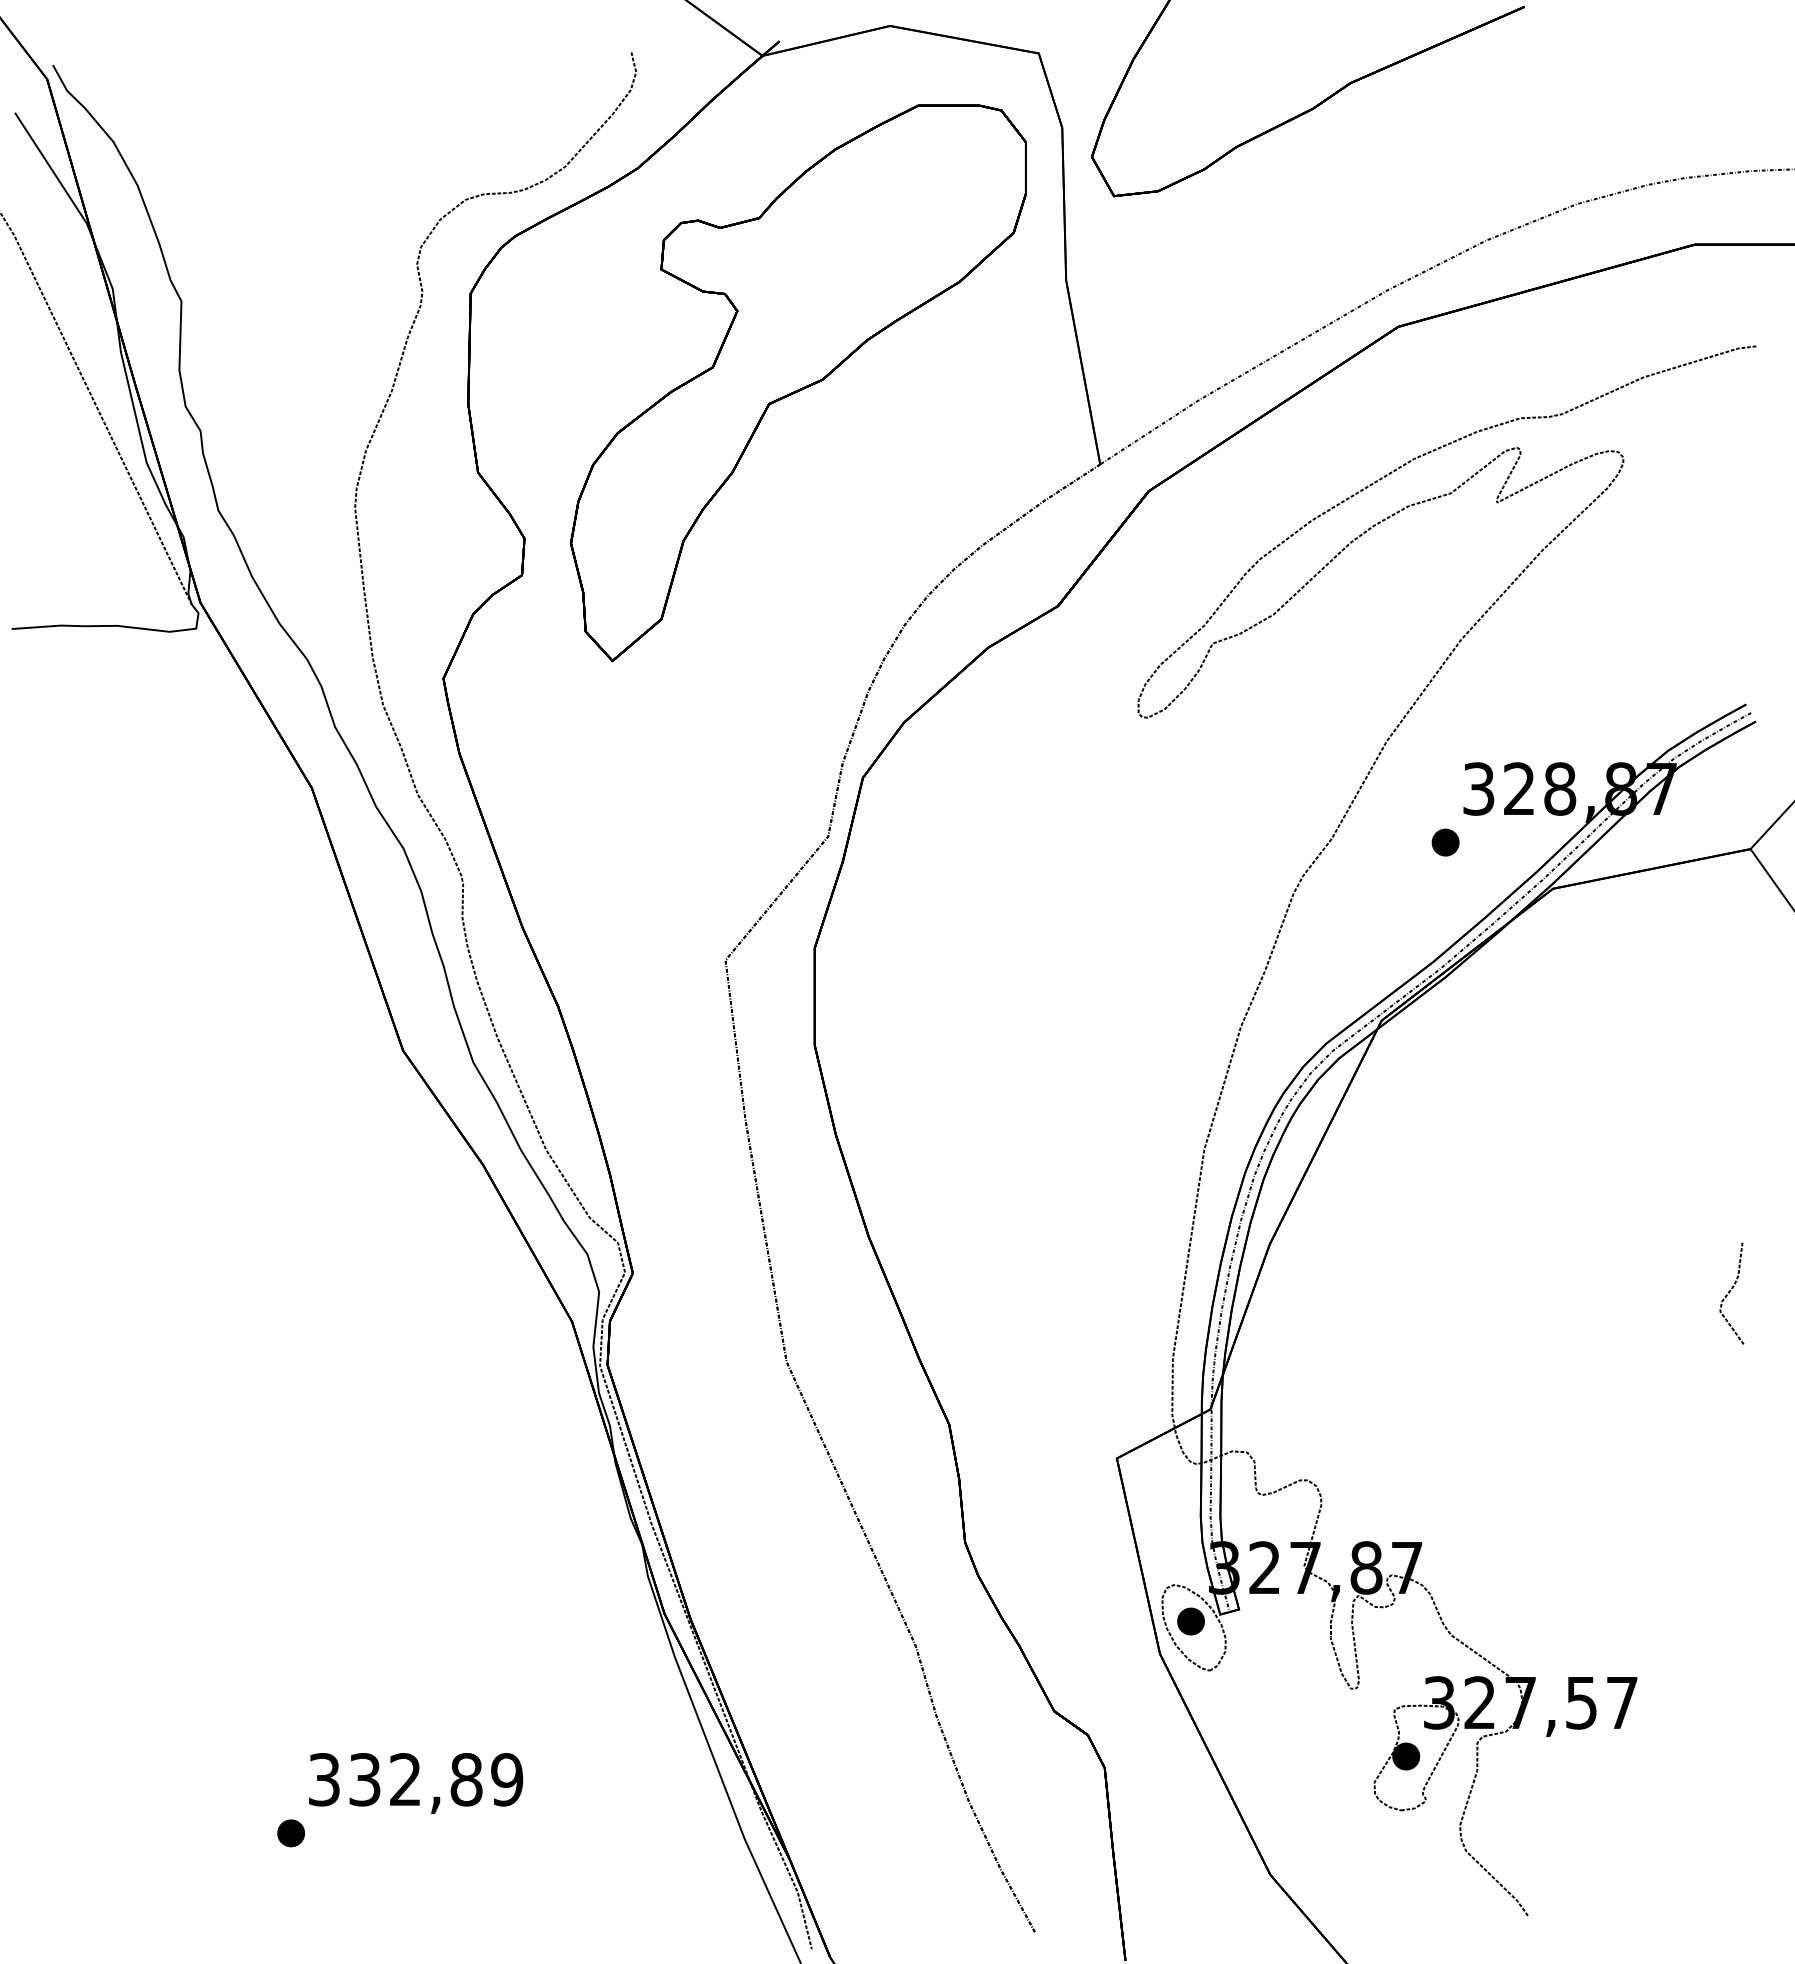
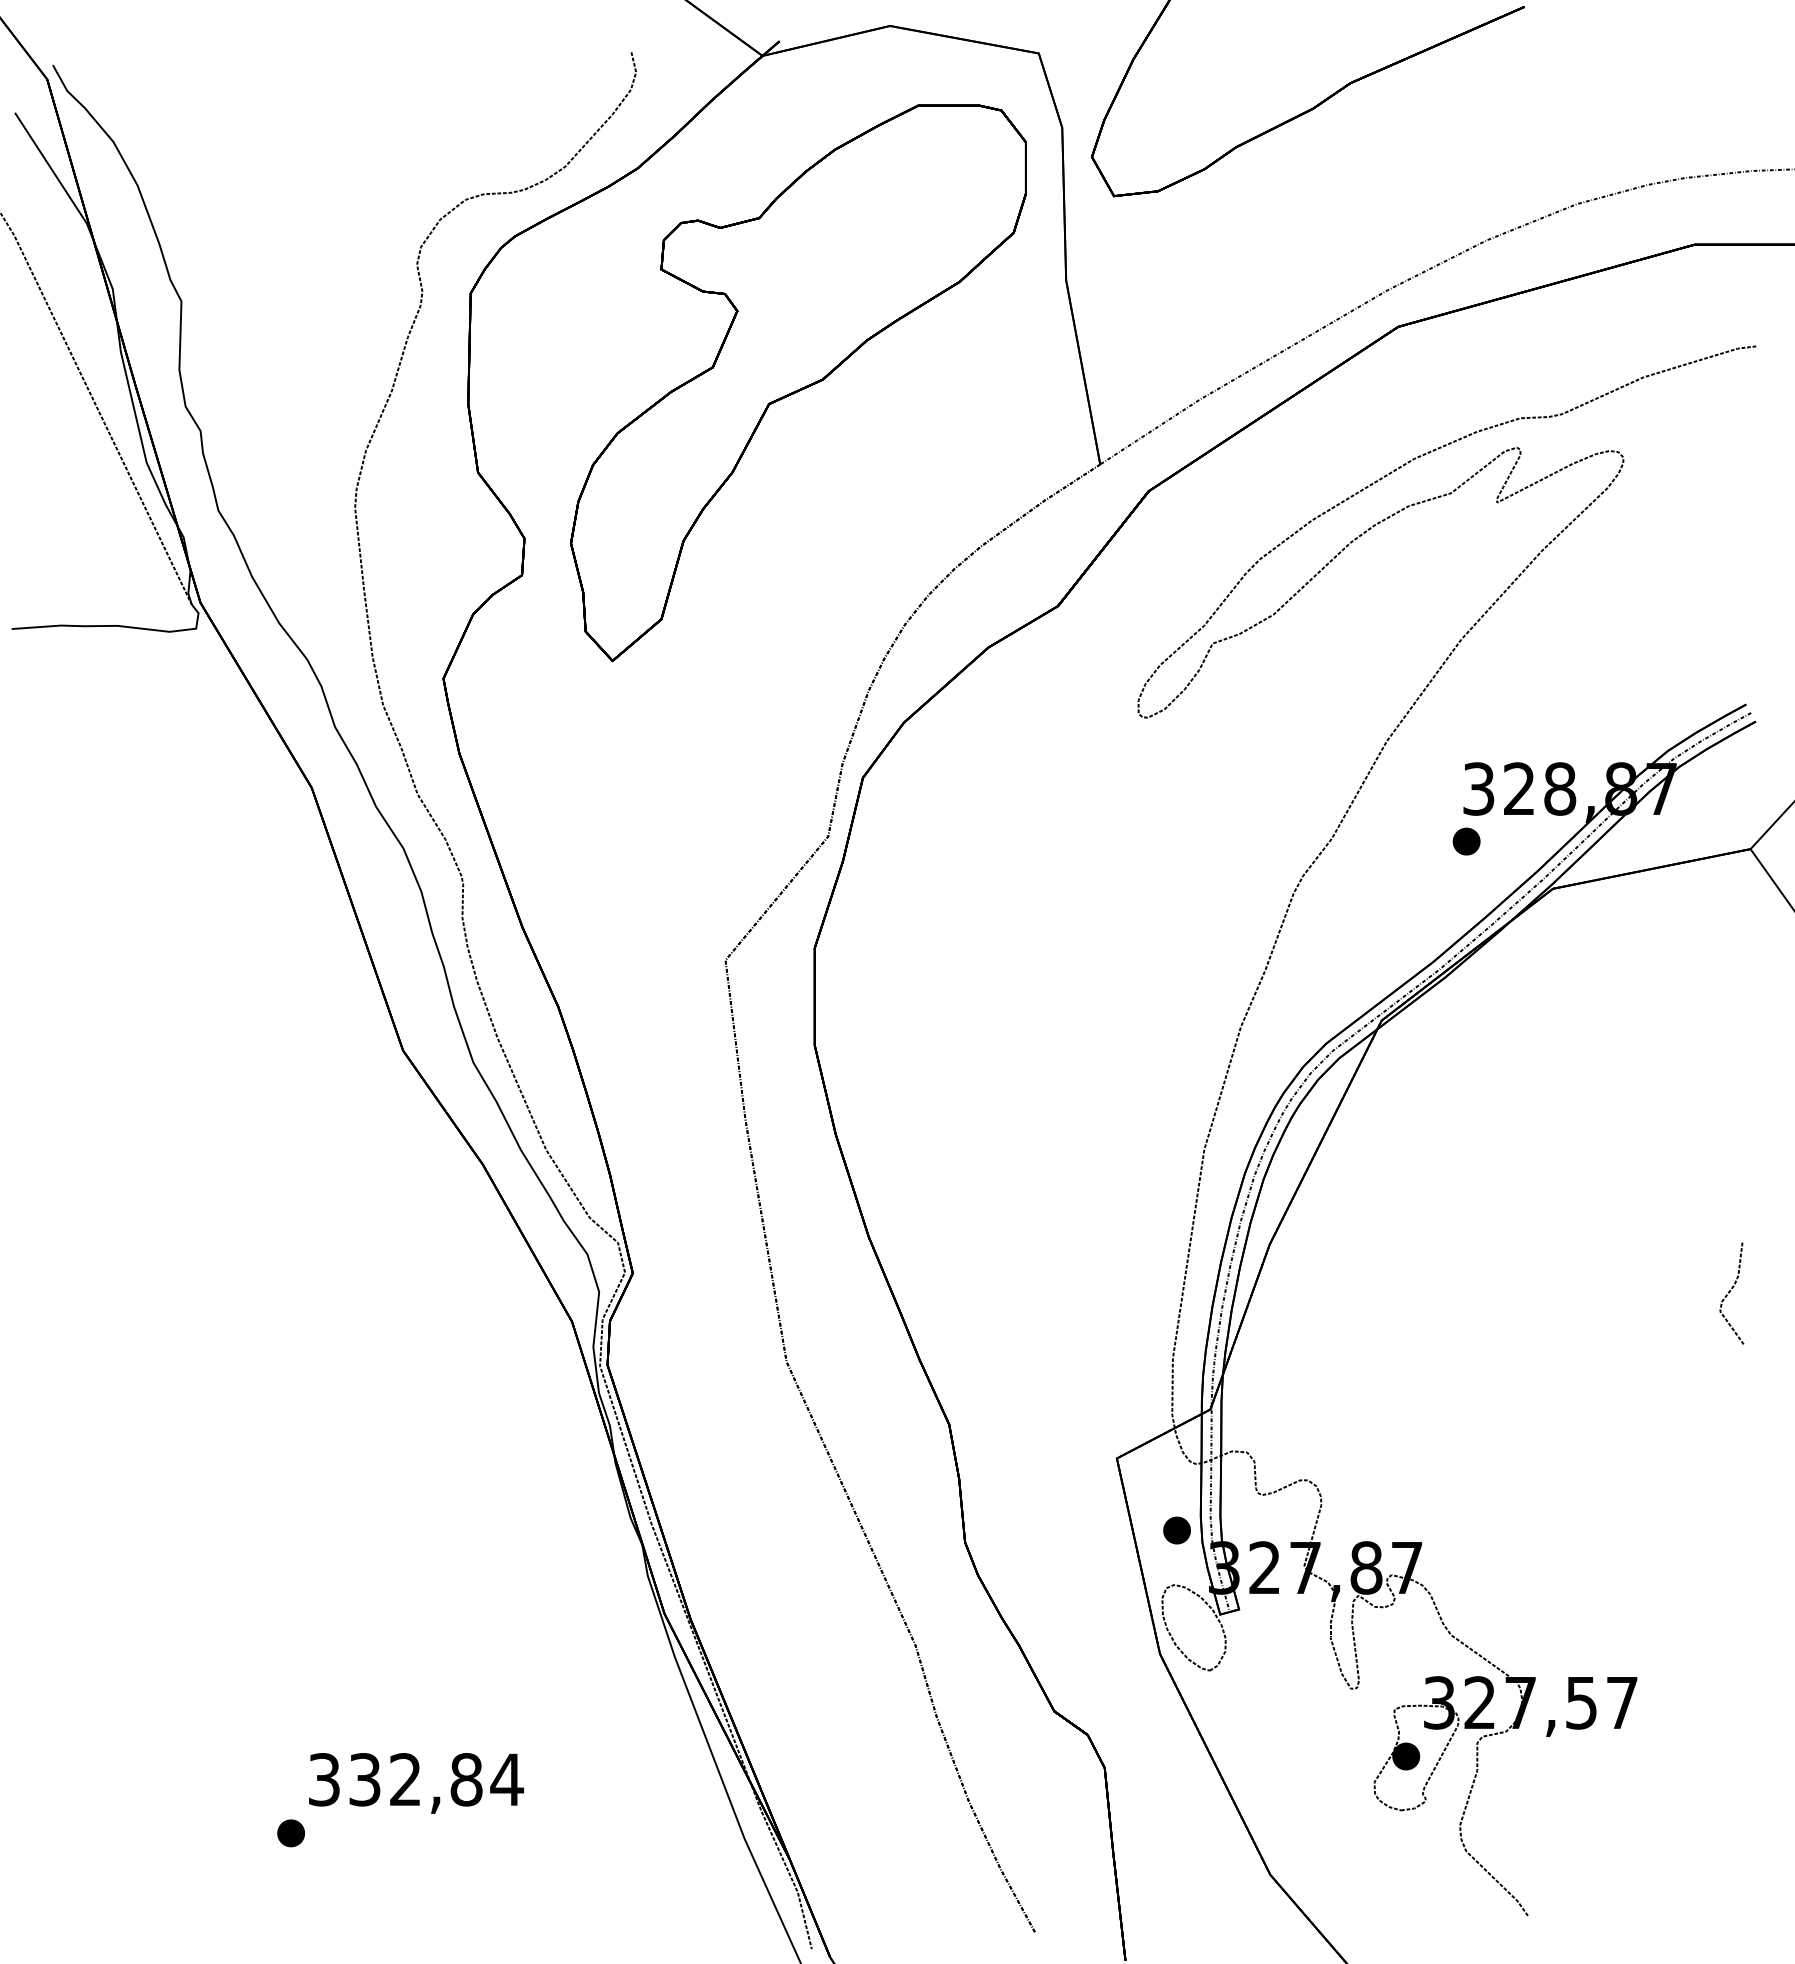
part at (1445, 842) position: (1445, 842) -> (1466, 841)
part at (1190, 1621) position: (1190, 1621) -> (1176, 1530)
text at (507, 1779): 332,89 -> 332,84
